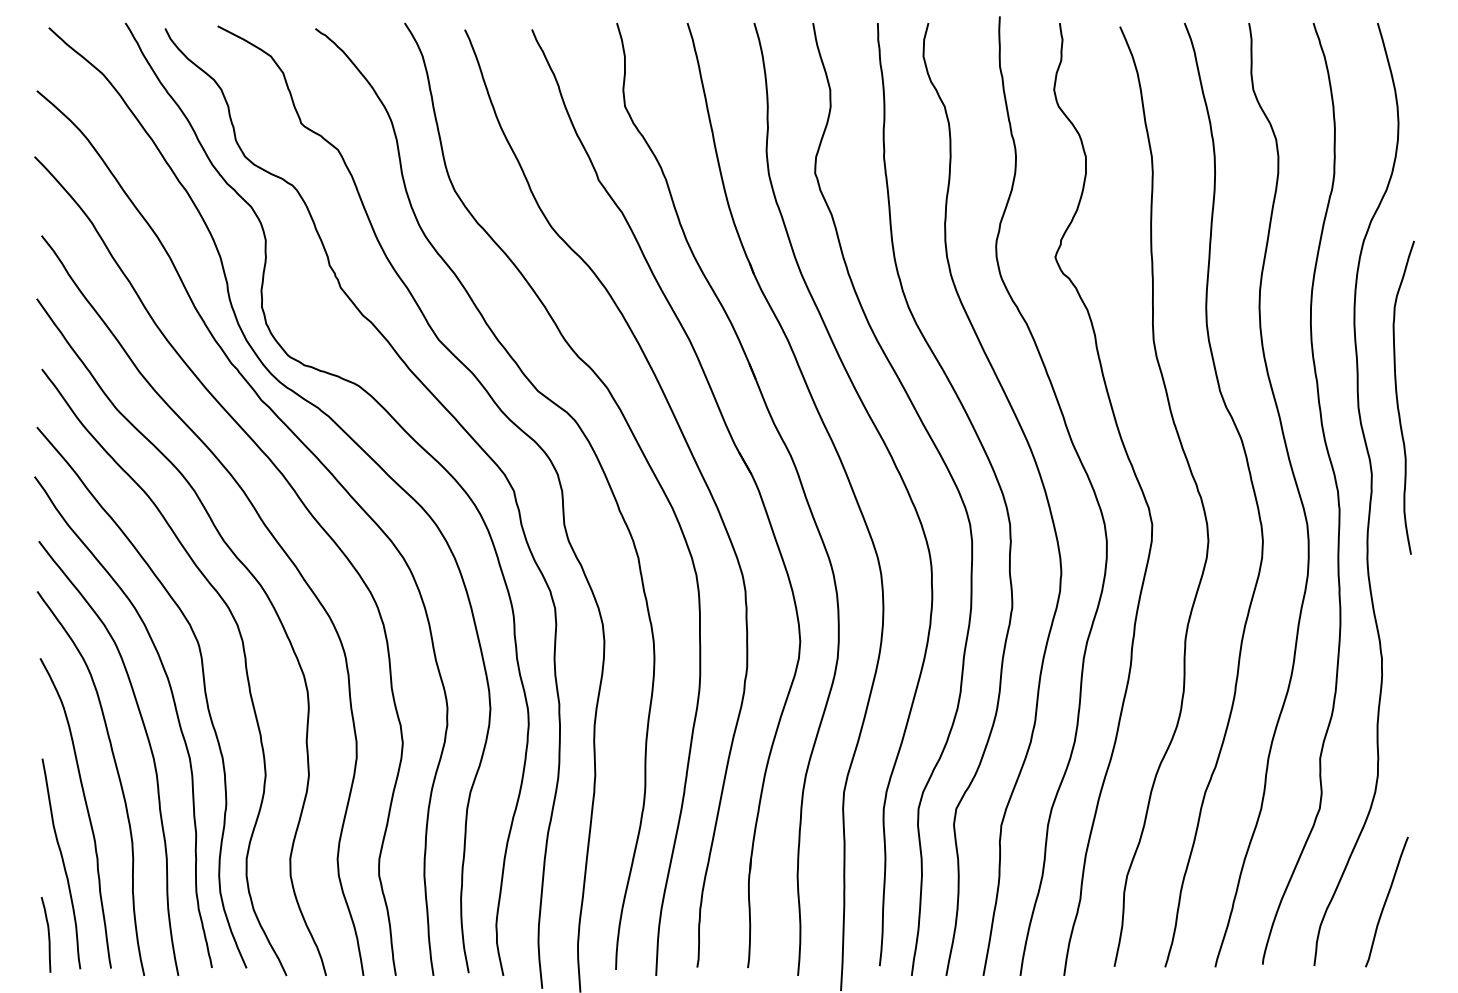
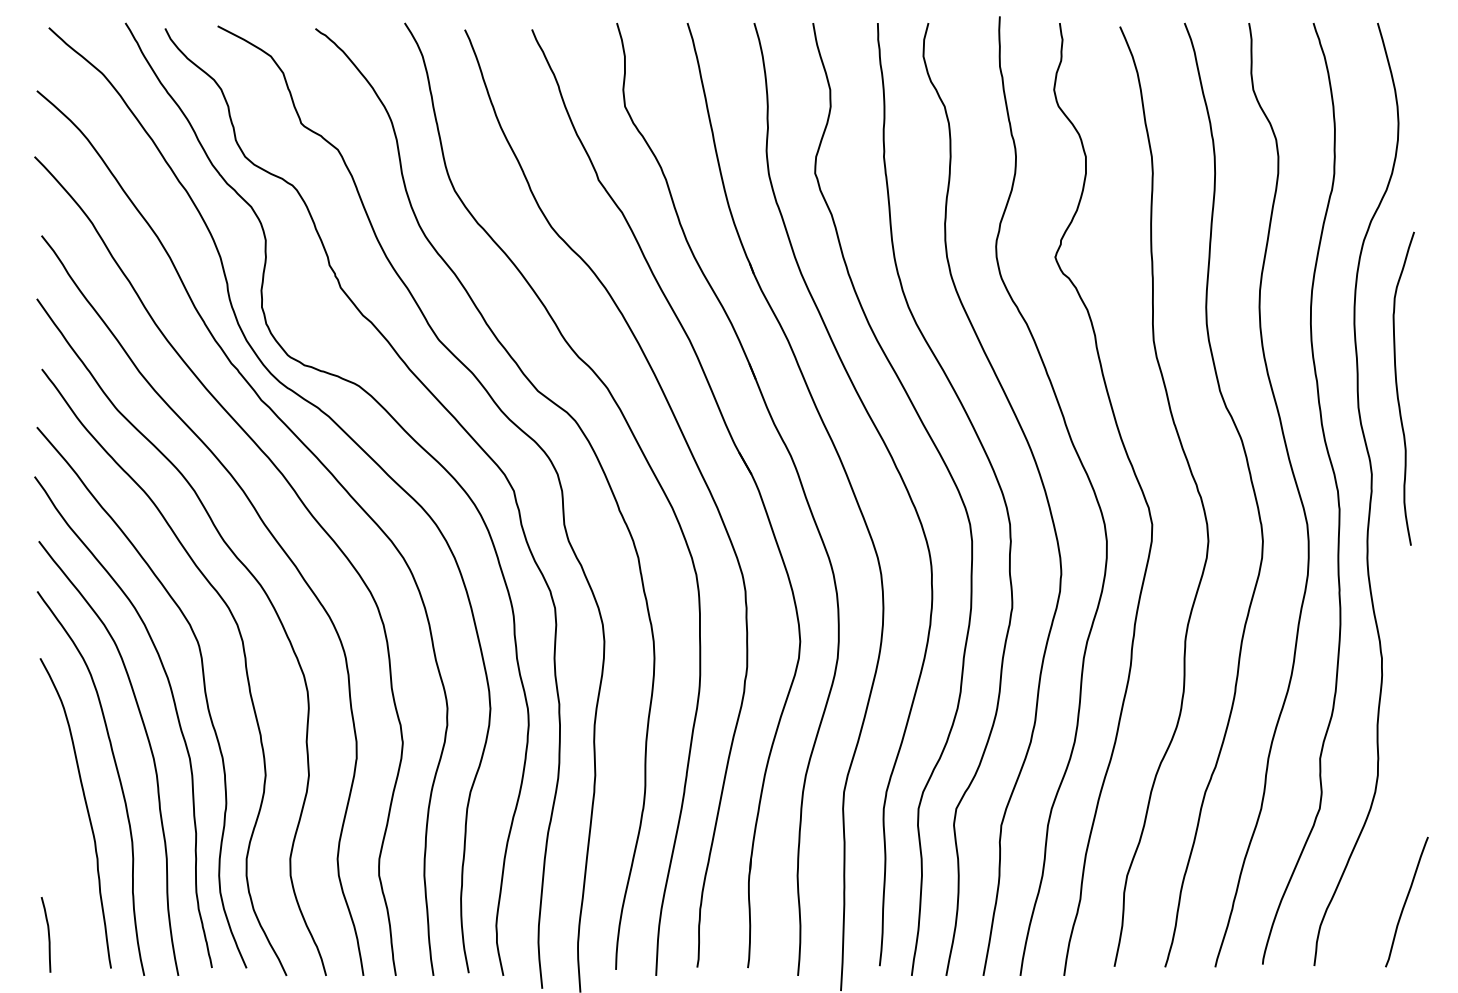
curve at (1398, 400) position: (1398, 400) -> (1398, 391)
curve at (62, 863): present -> none
curve at (1386, 901) position: (1386, 901) -> (1406, 901)
